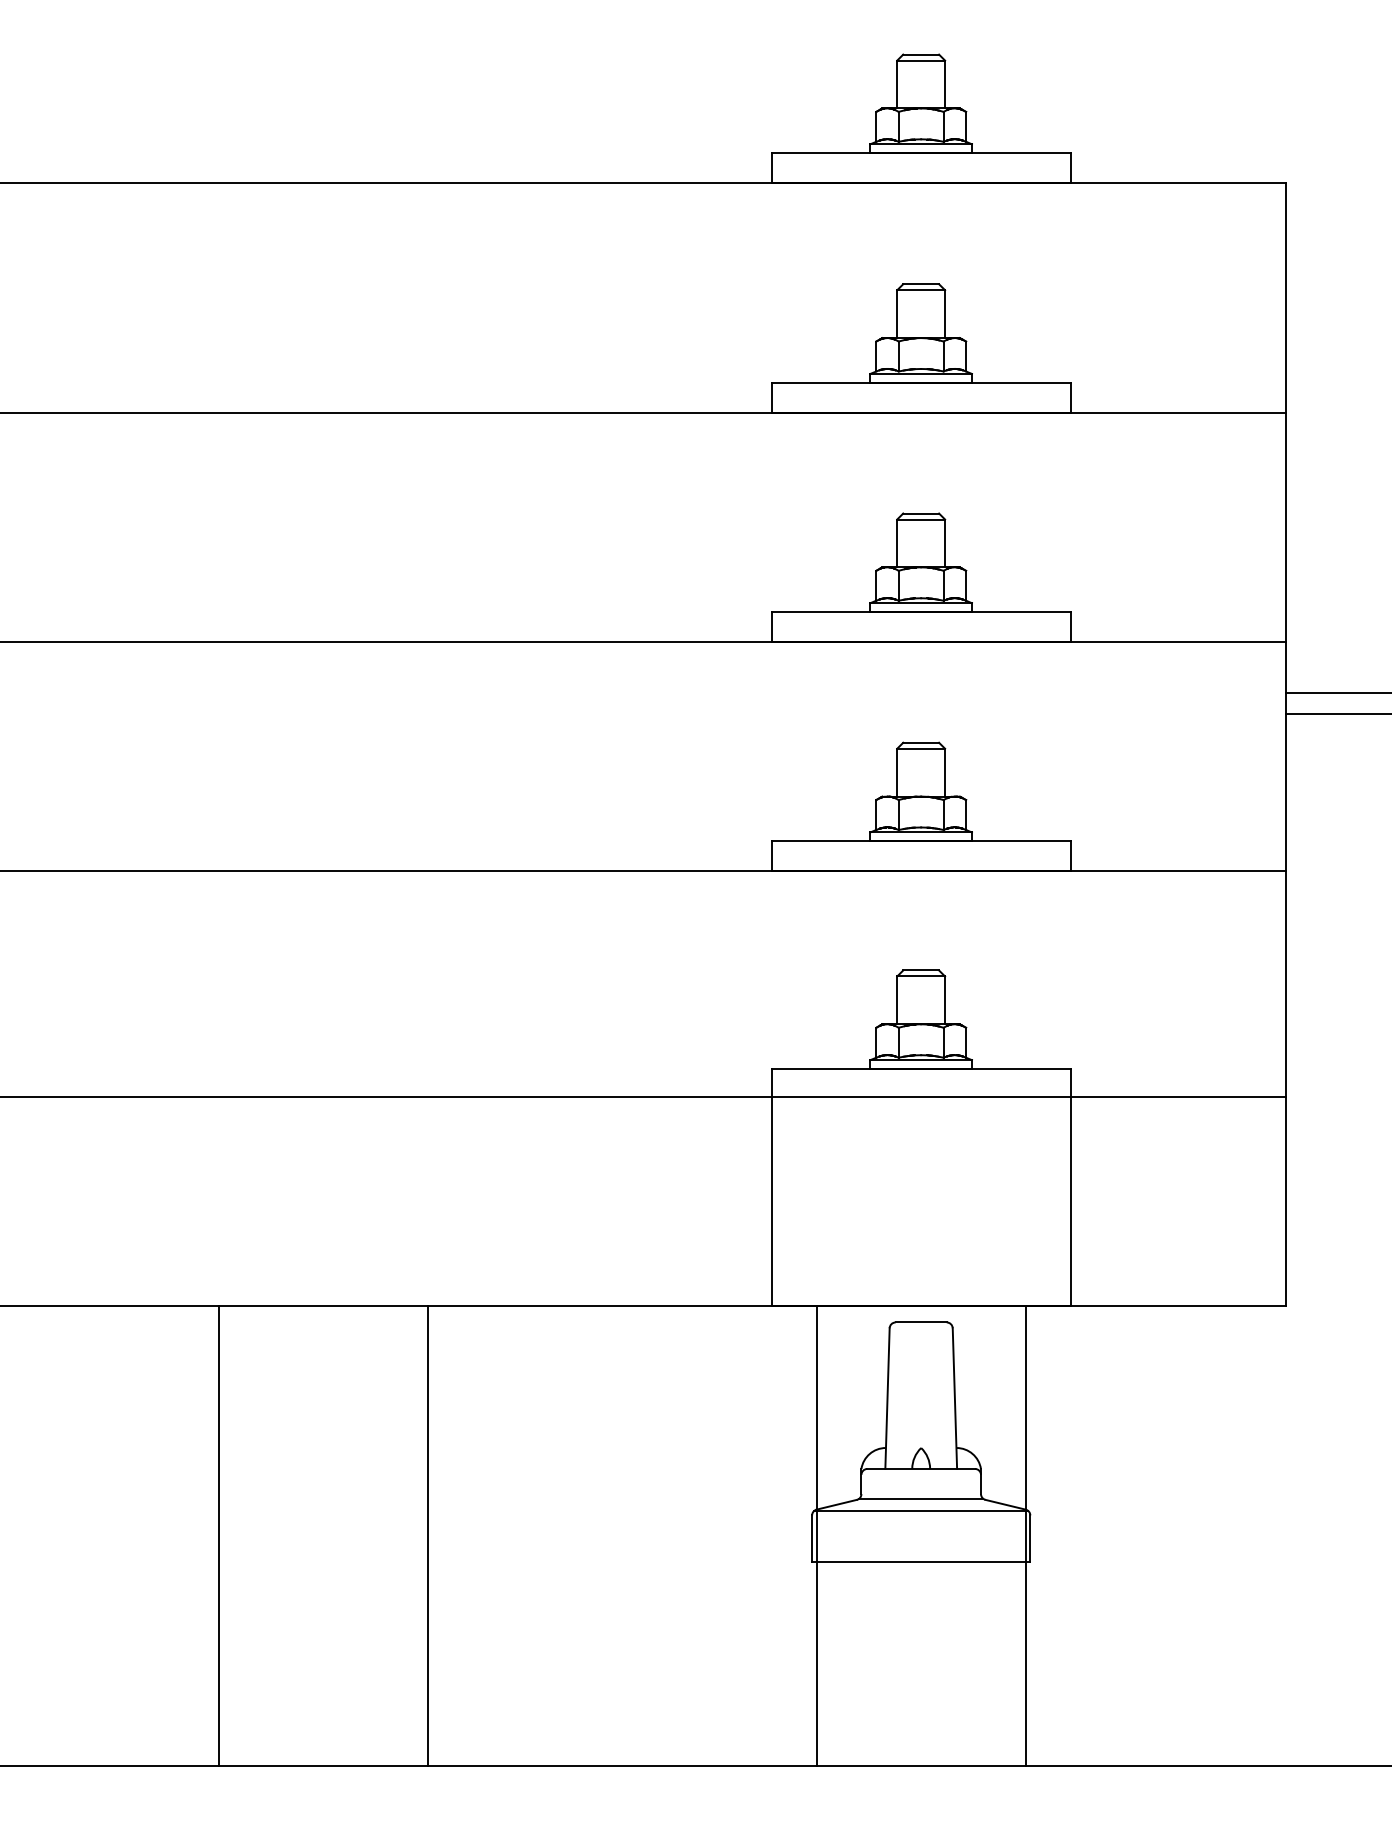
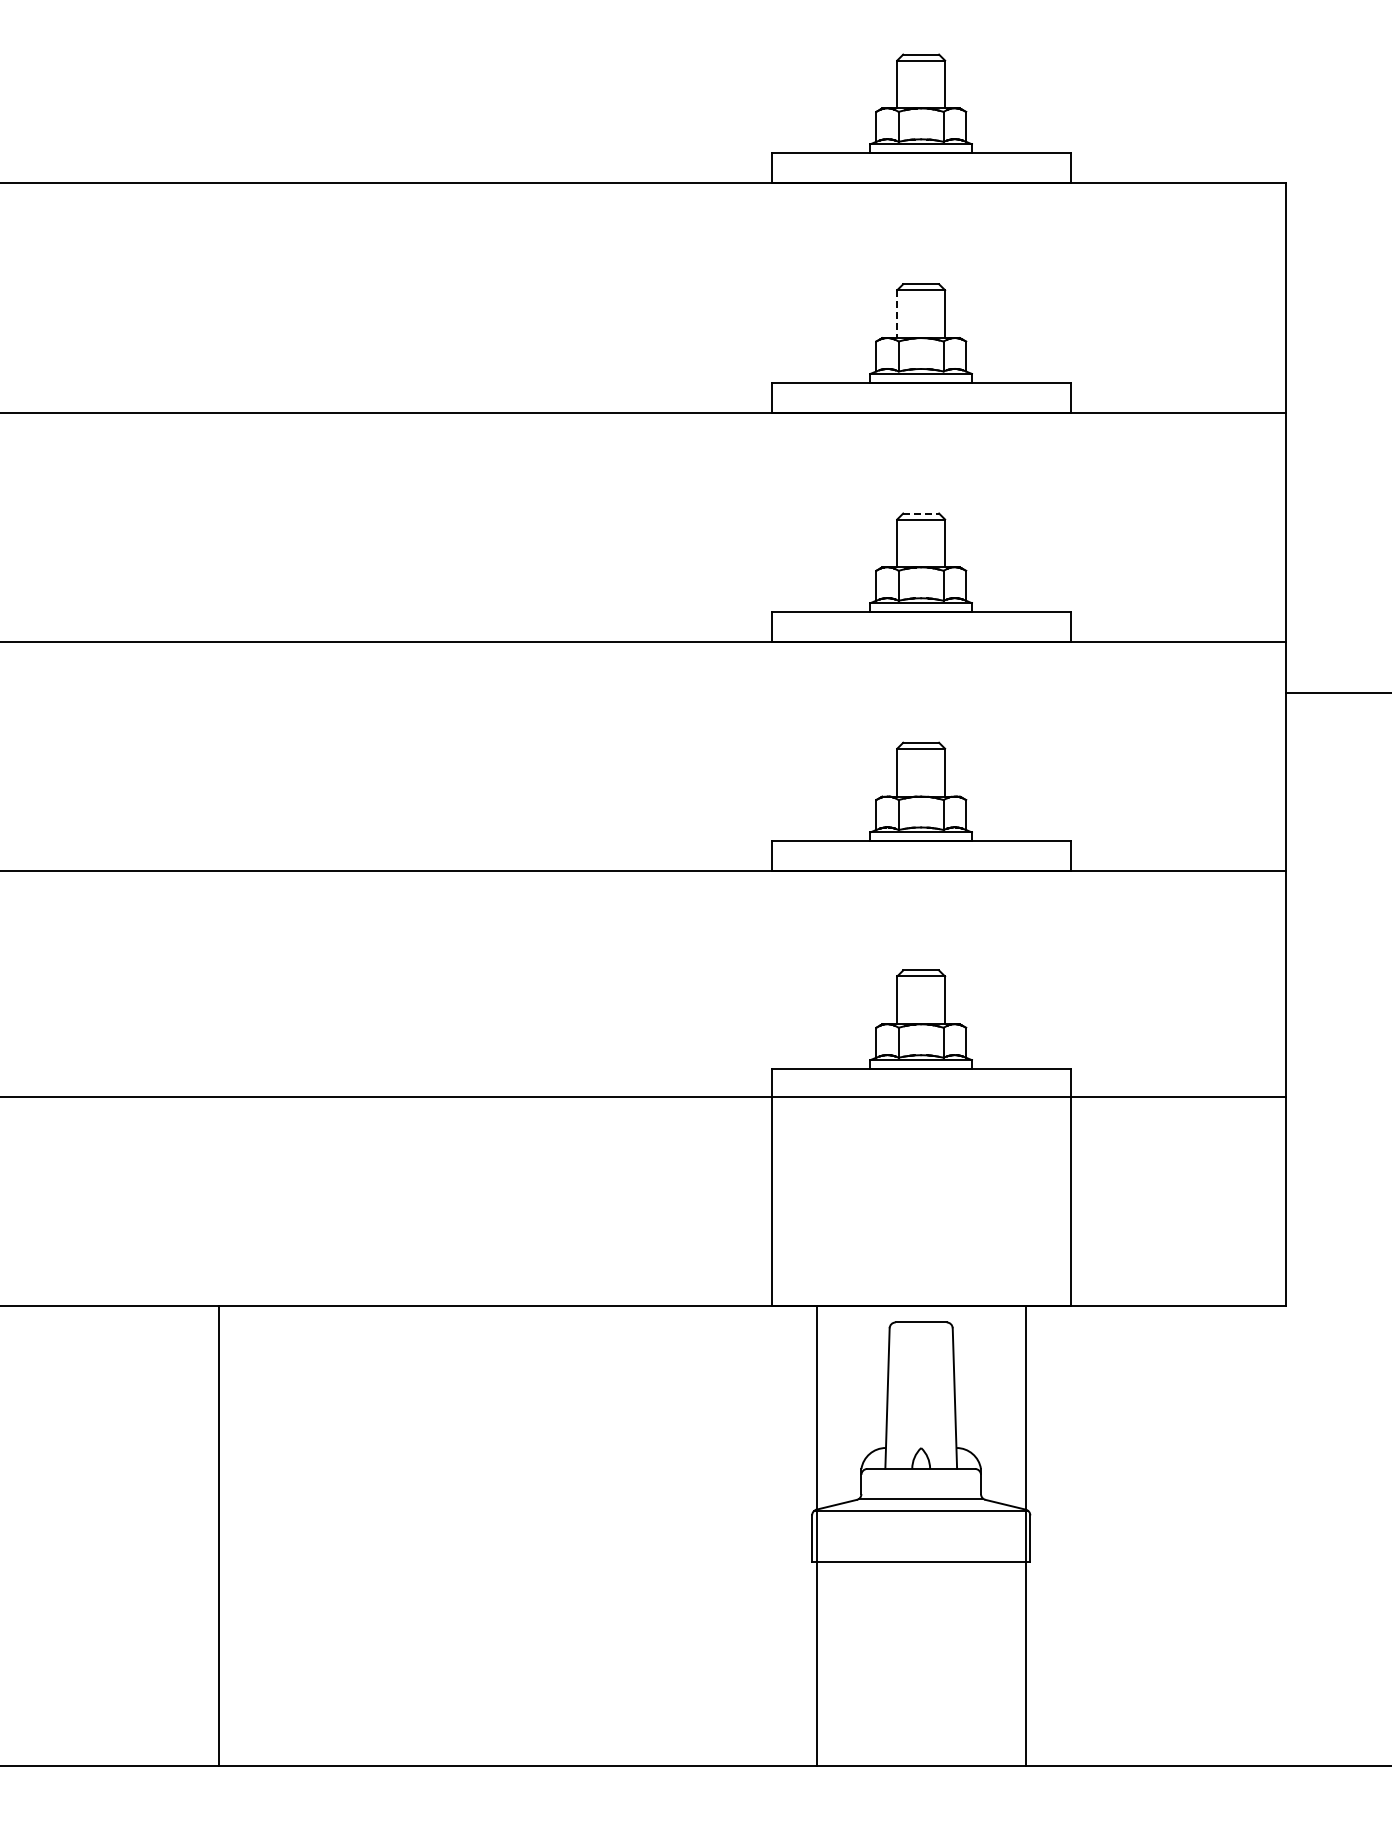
line at (897, 314): solid -> dashed
line at (921, 513): solid -> dashed
line at (1336, 714): present -> none
line at (427, 1536): present -> none
